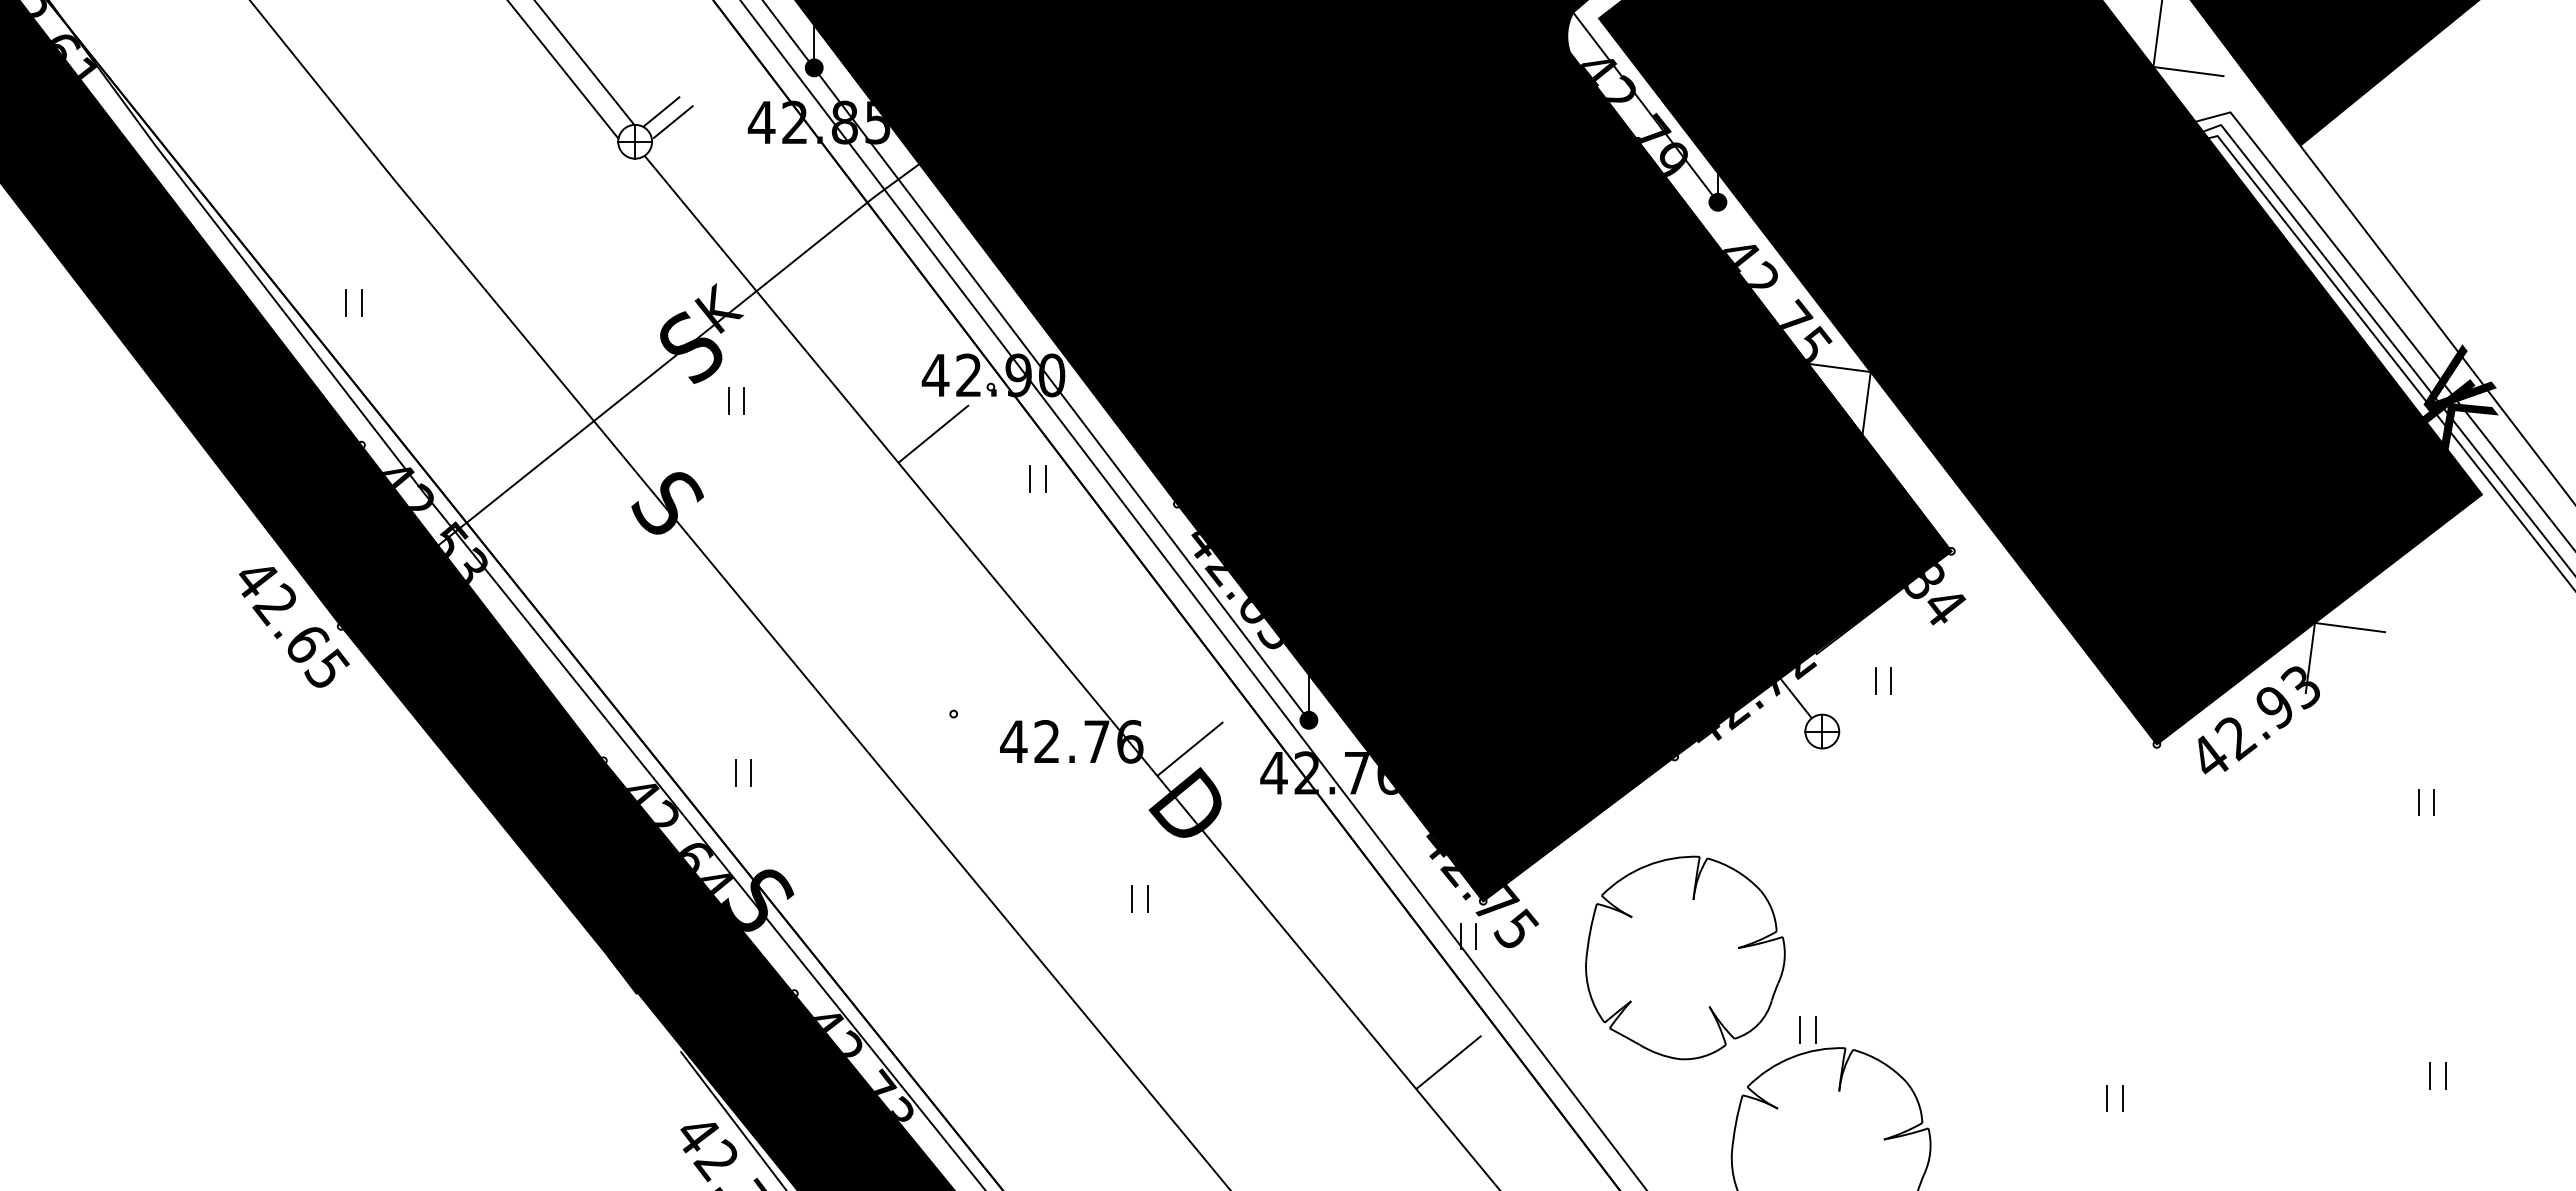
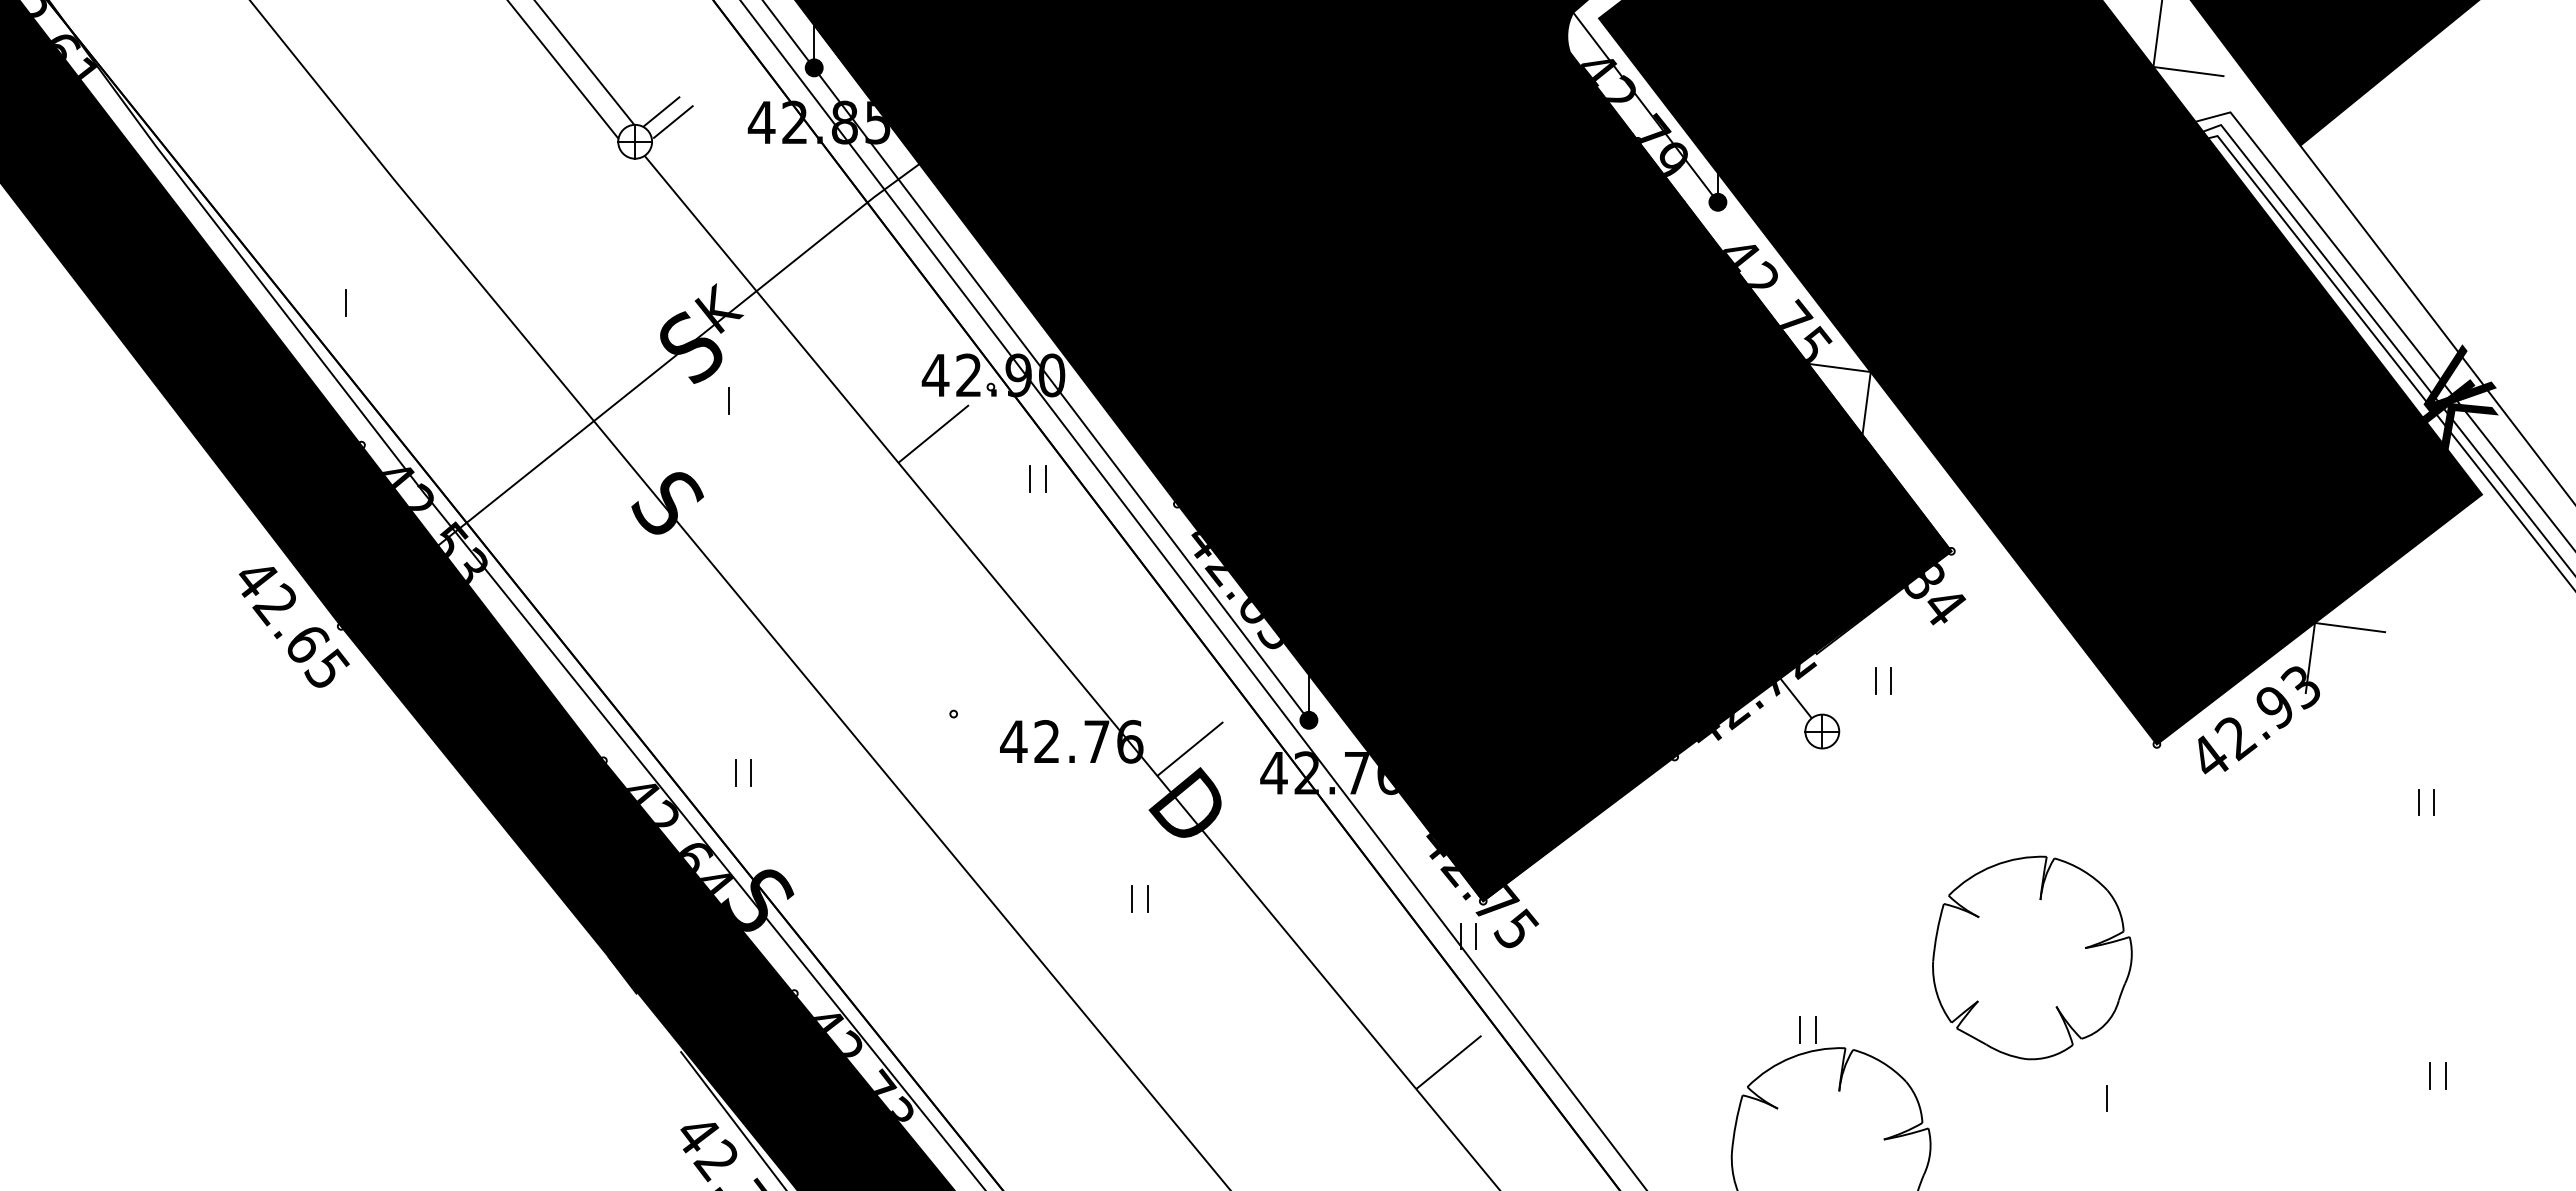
line at (361, 302): present -> none
line at (744, 400): present -> none
part at (1685, 957) position: (1685, 957) -> (2032, 957)
line at (2122, 1098): present -> none
